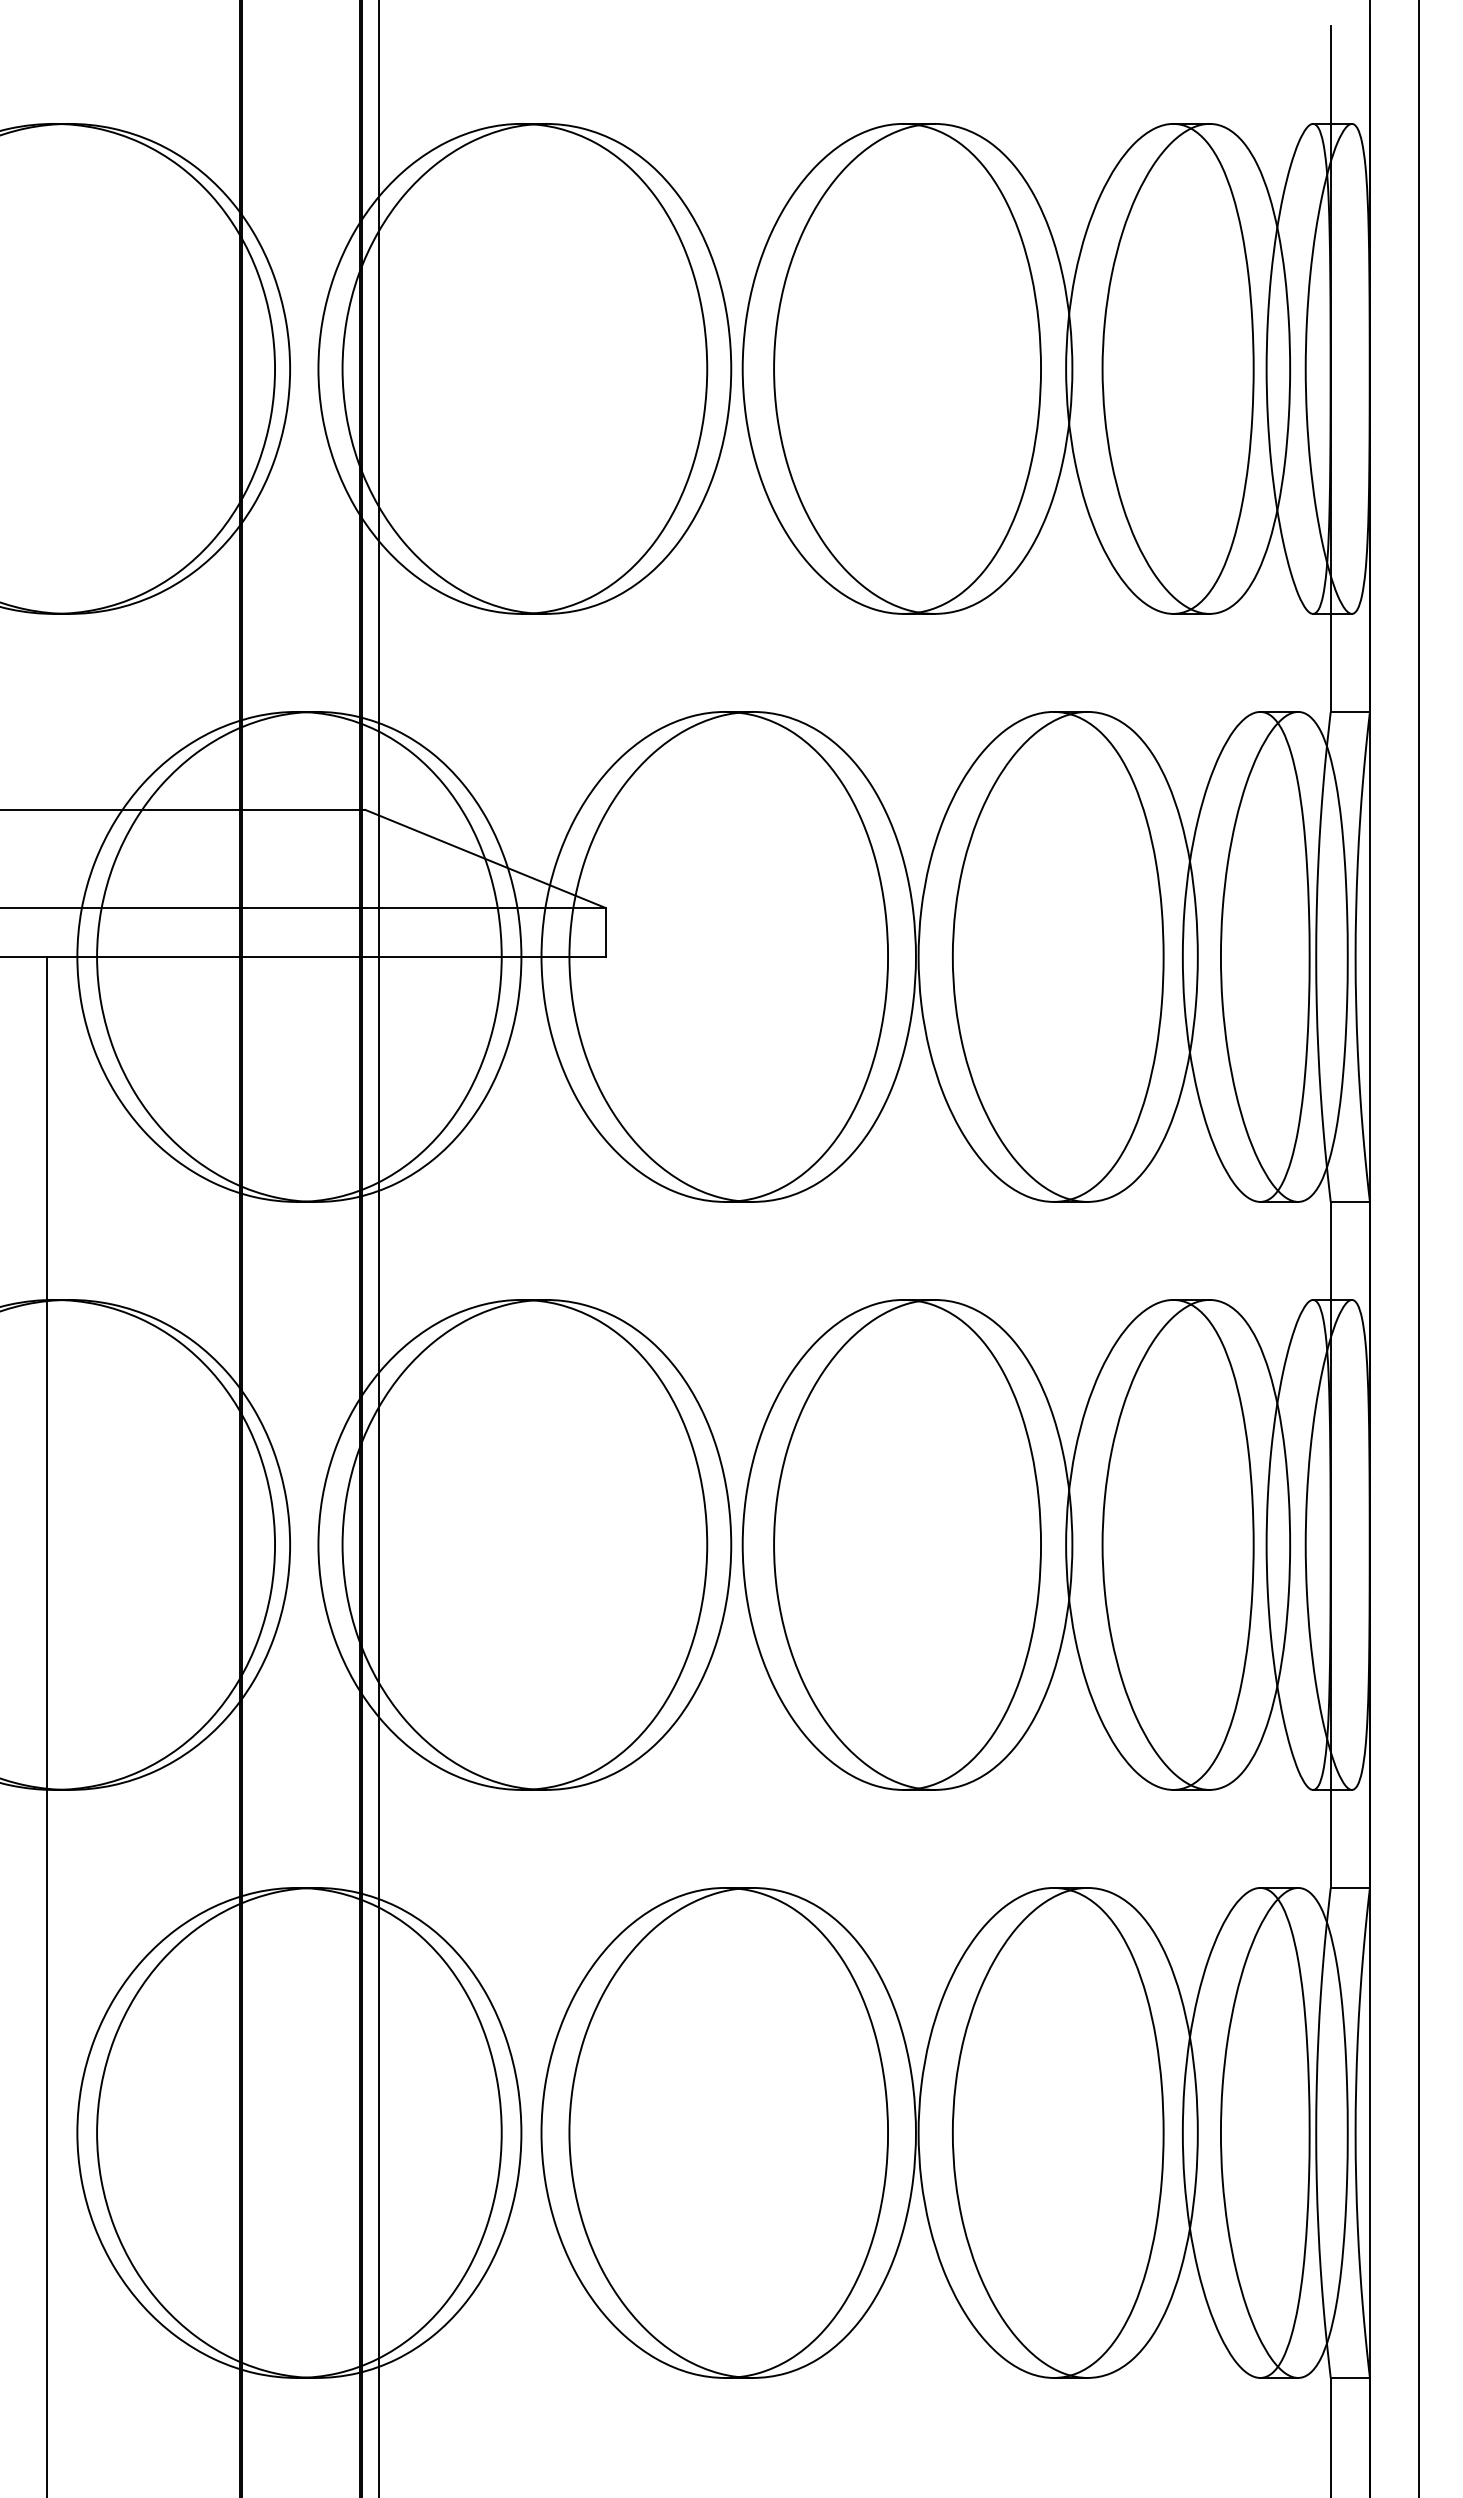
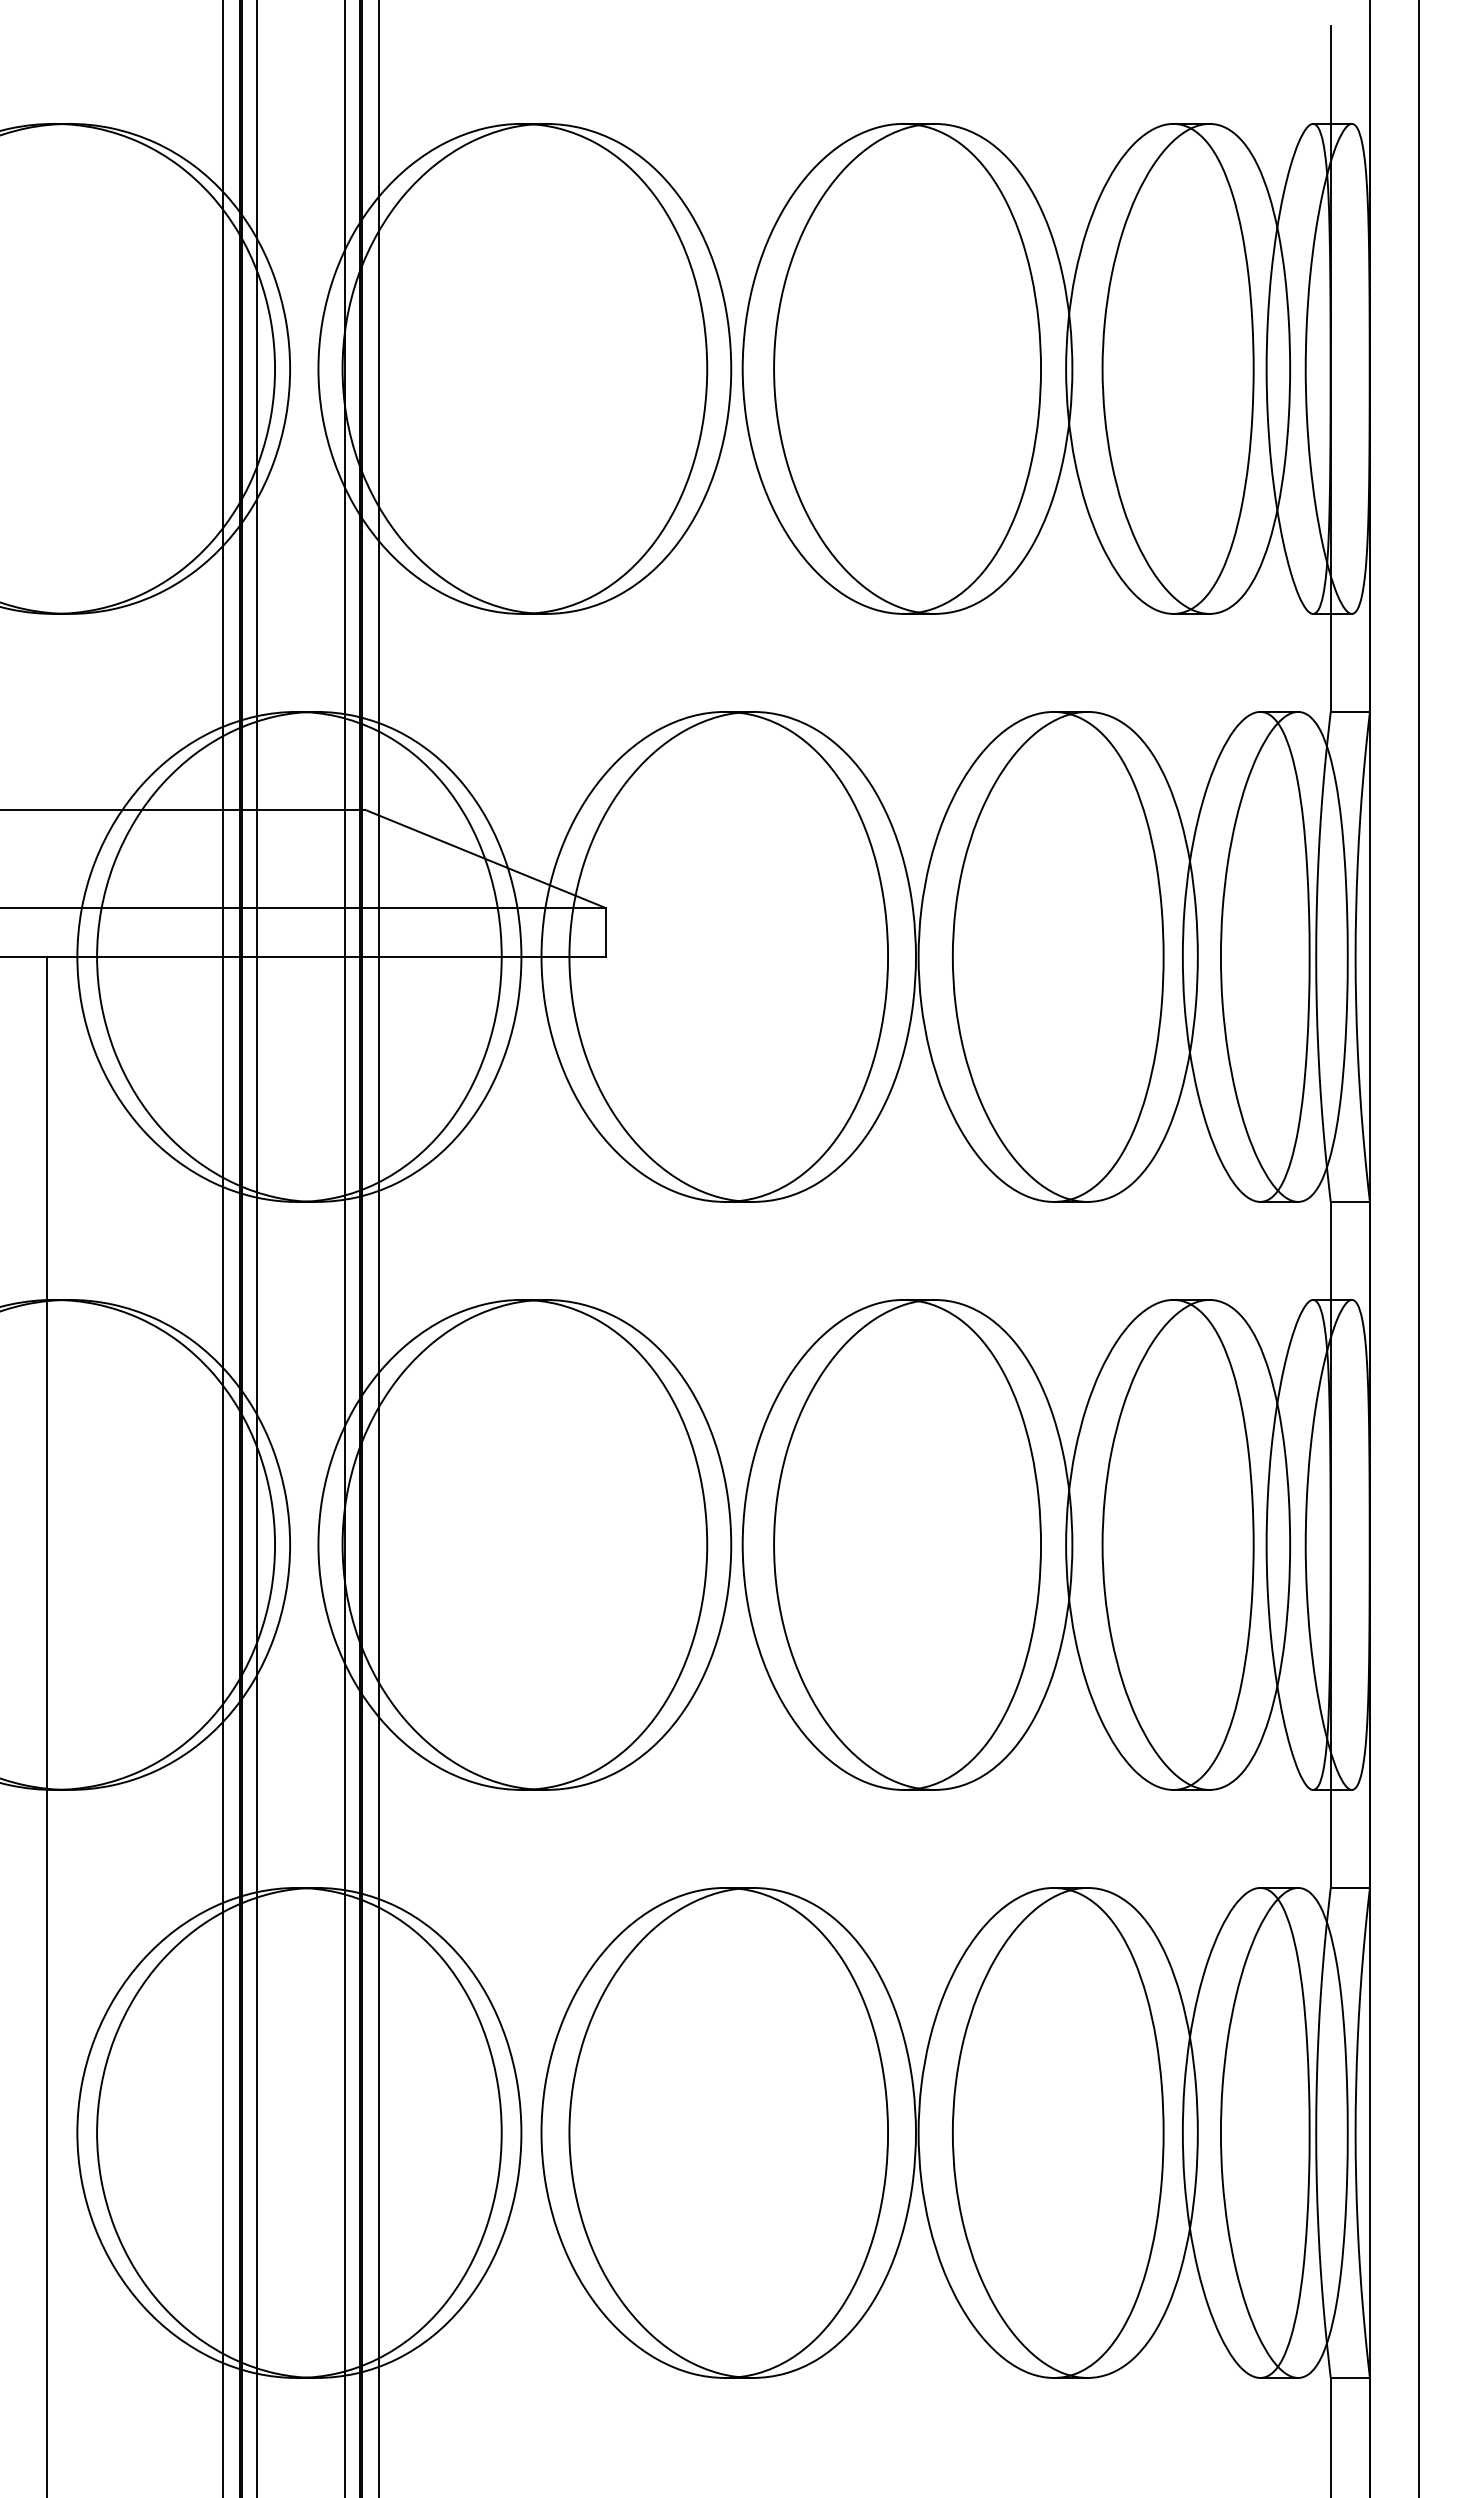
line at (222, 1248): none -> present
line at (256, 1248): none -> present
line at (345, 1248): none -> present
